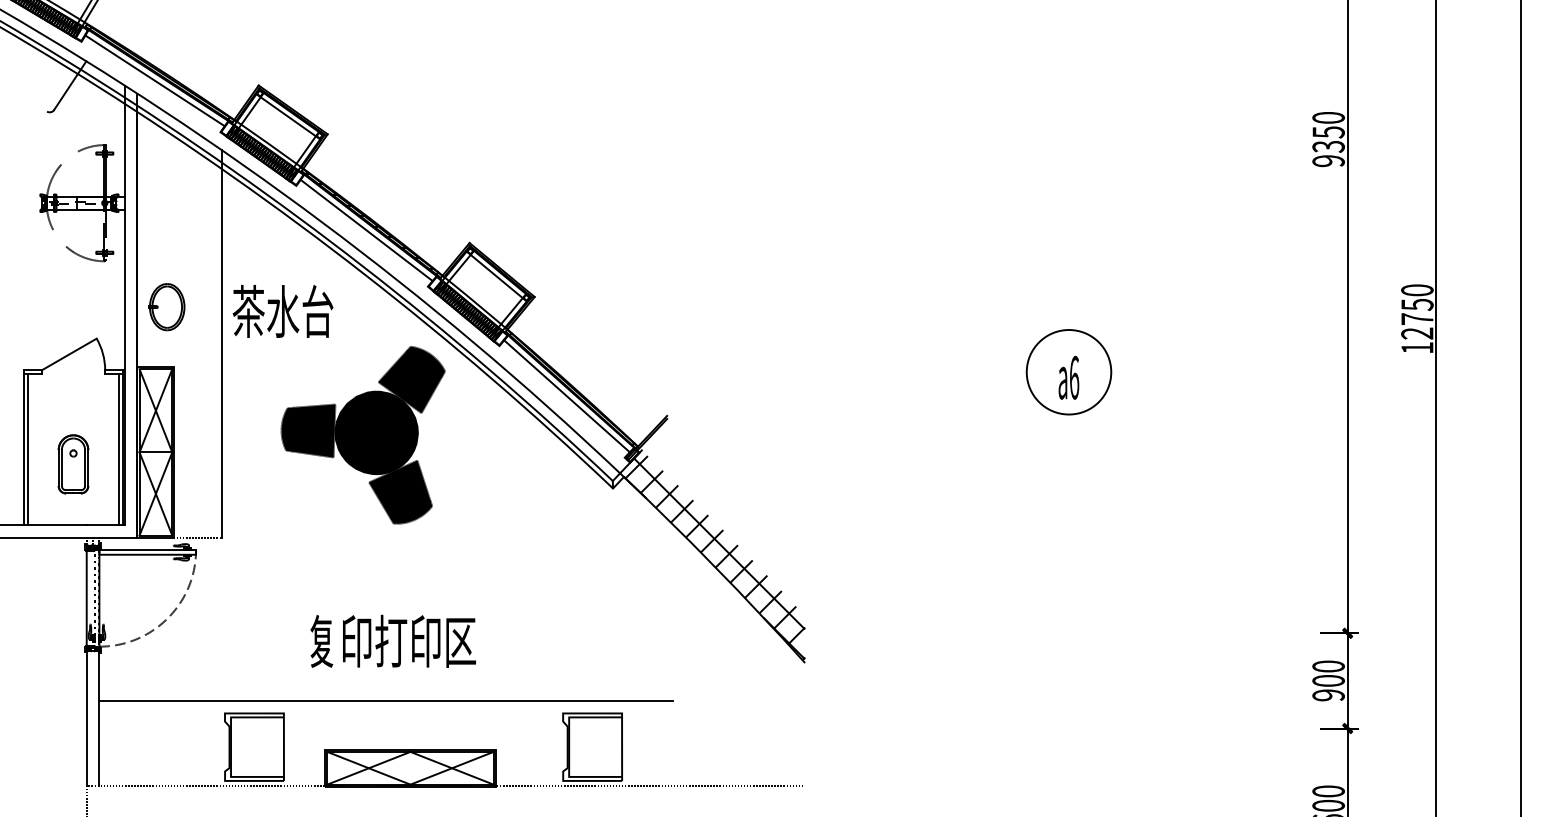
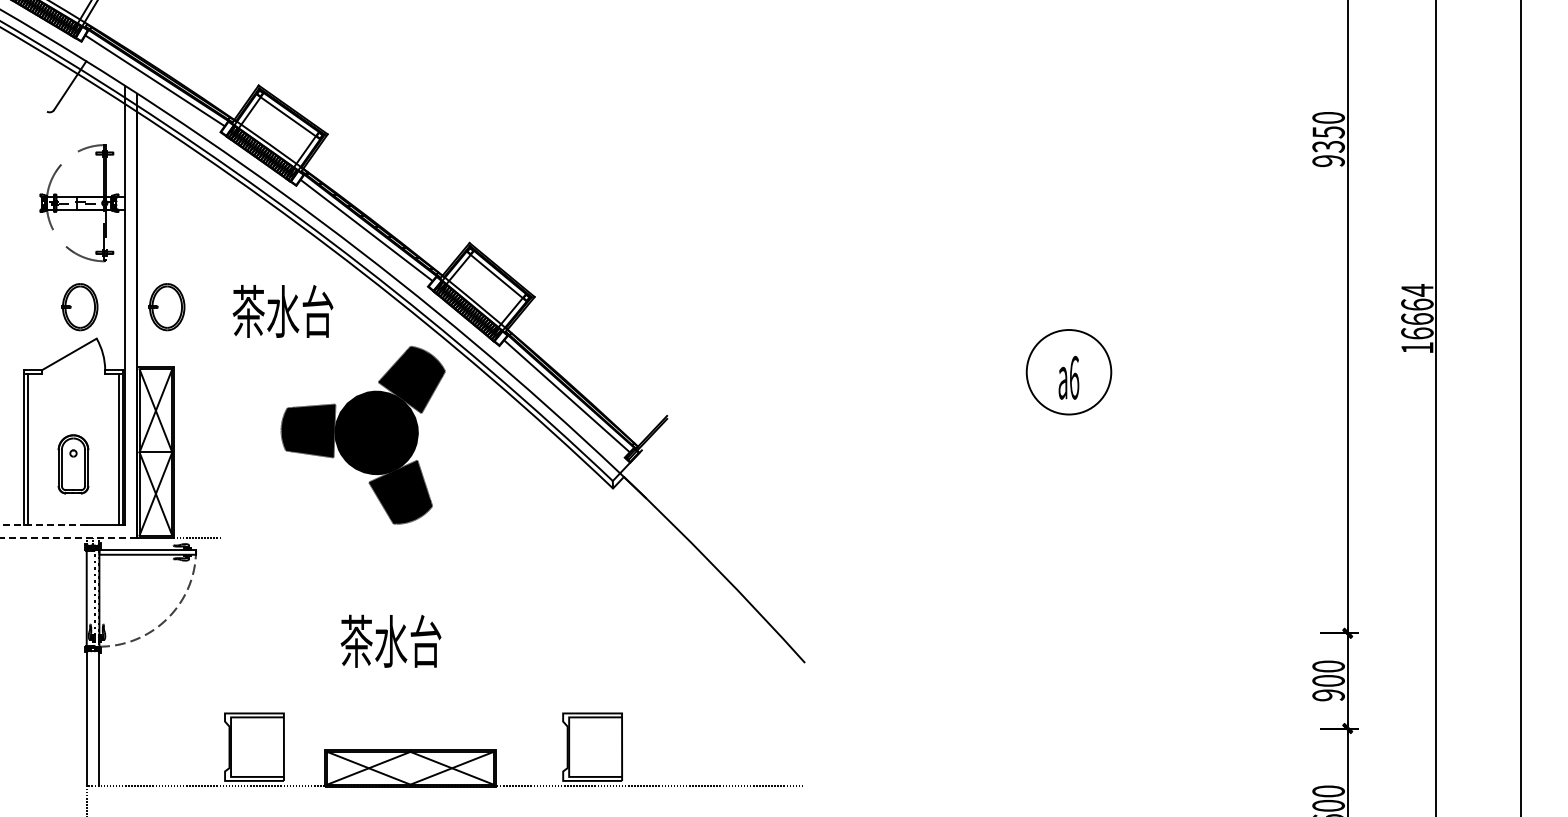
part at (79, 307): none -> present
text at (1417, 311): 12750 -> 16664
line at (221, 343): present -> none
line at (43, 524): solid -> dashed
line at (68, 537): solid -> dashed
hatch at (715, 558): present -> none
text at (392, 640): 复印打印区 -> 茶水台
line at (386, 701): present -> none
